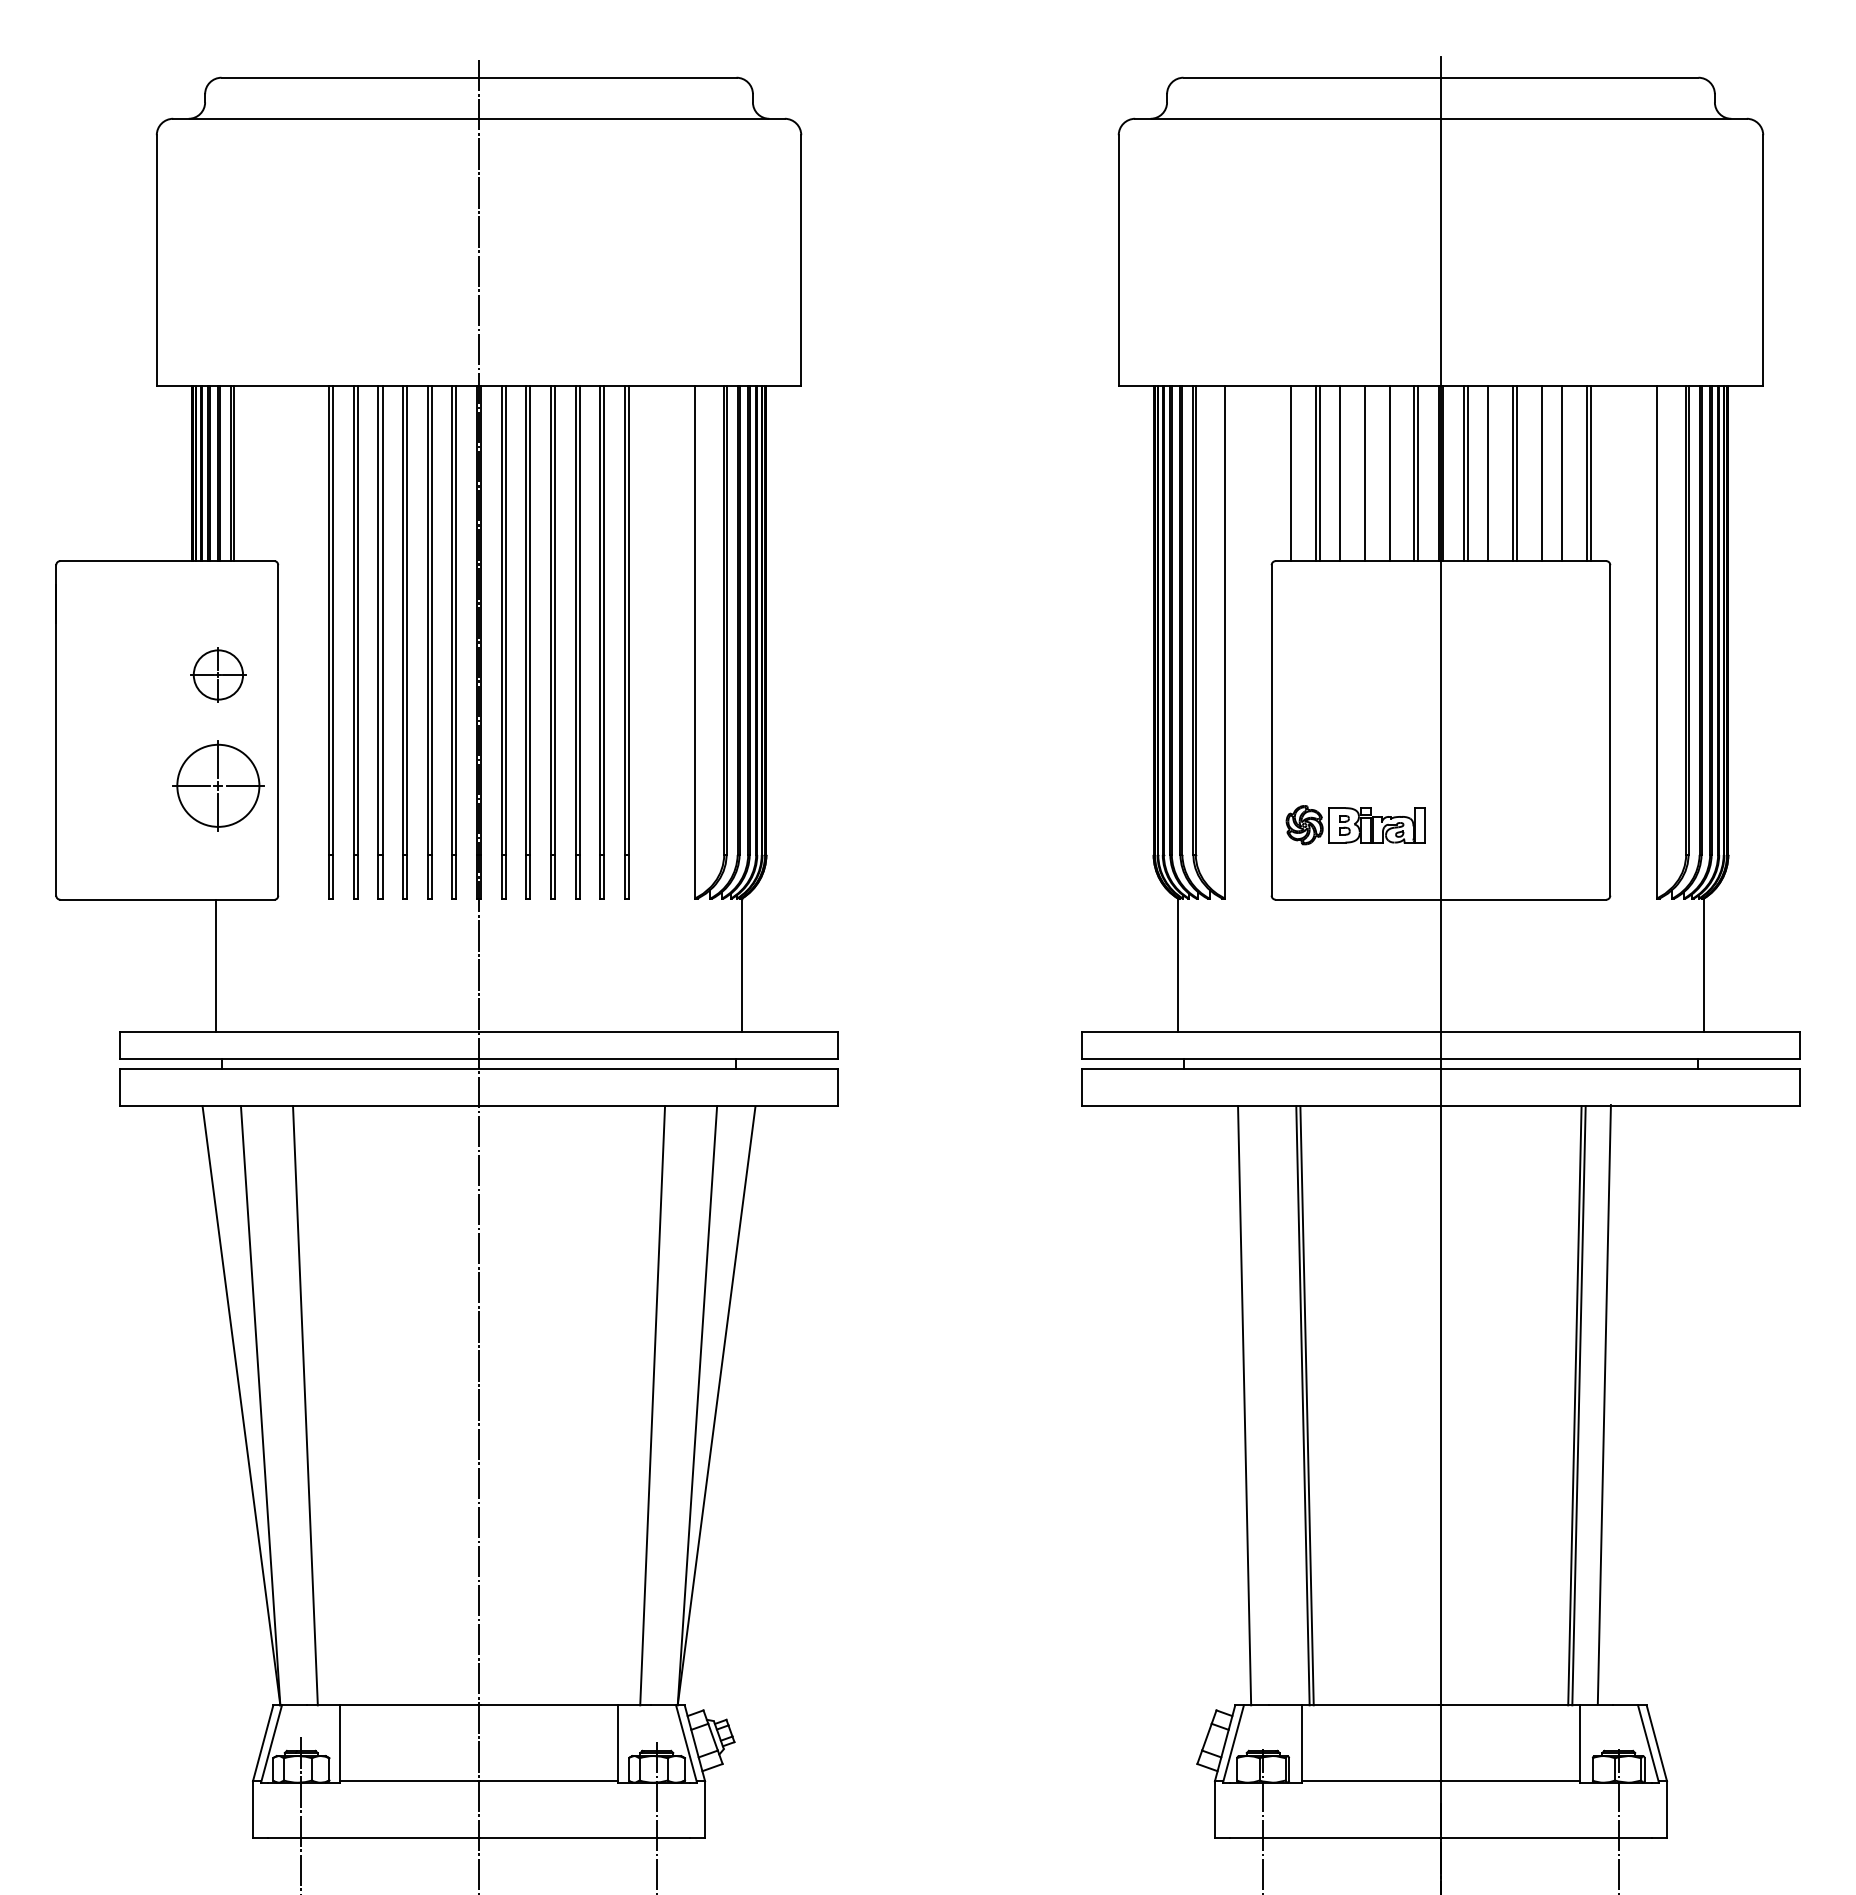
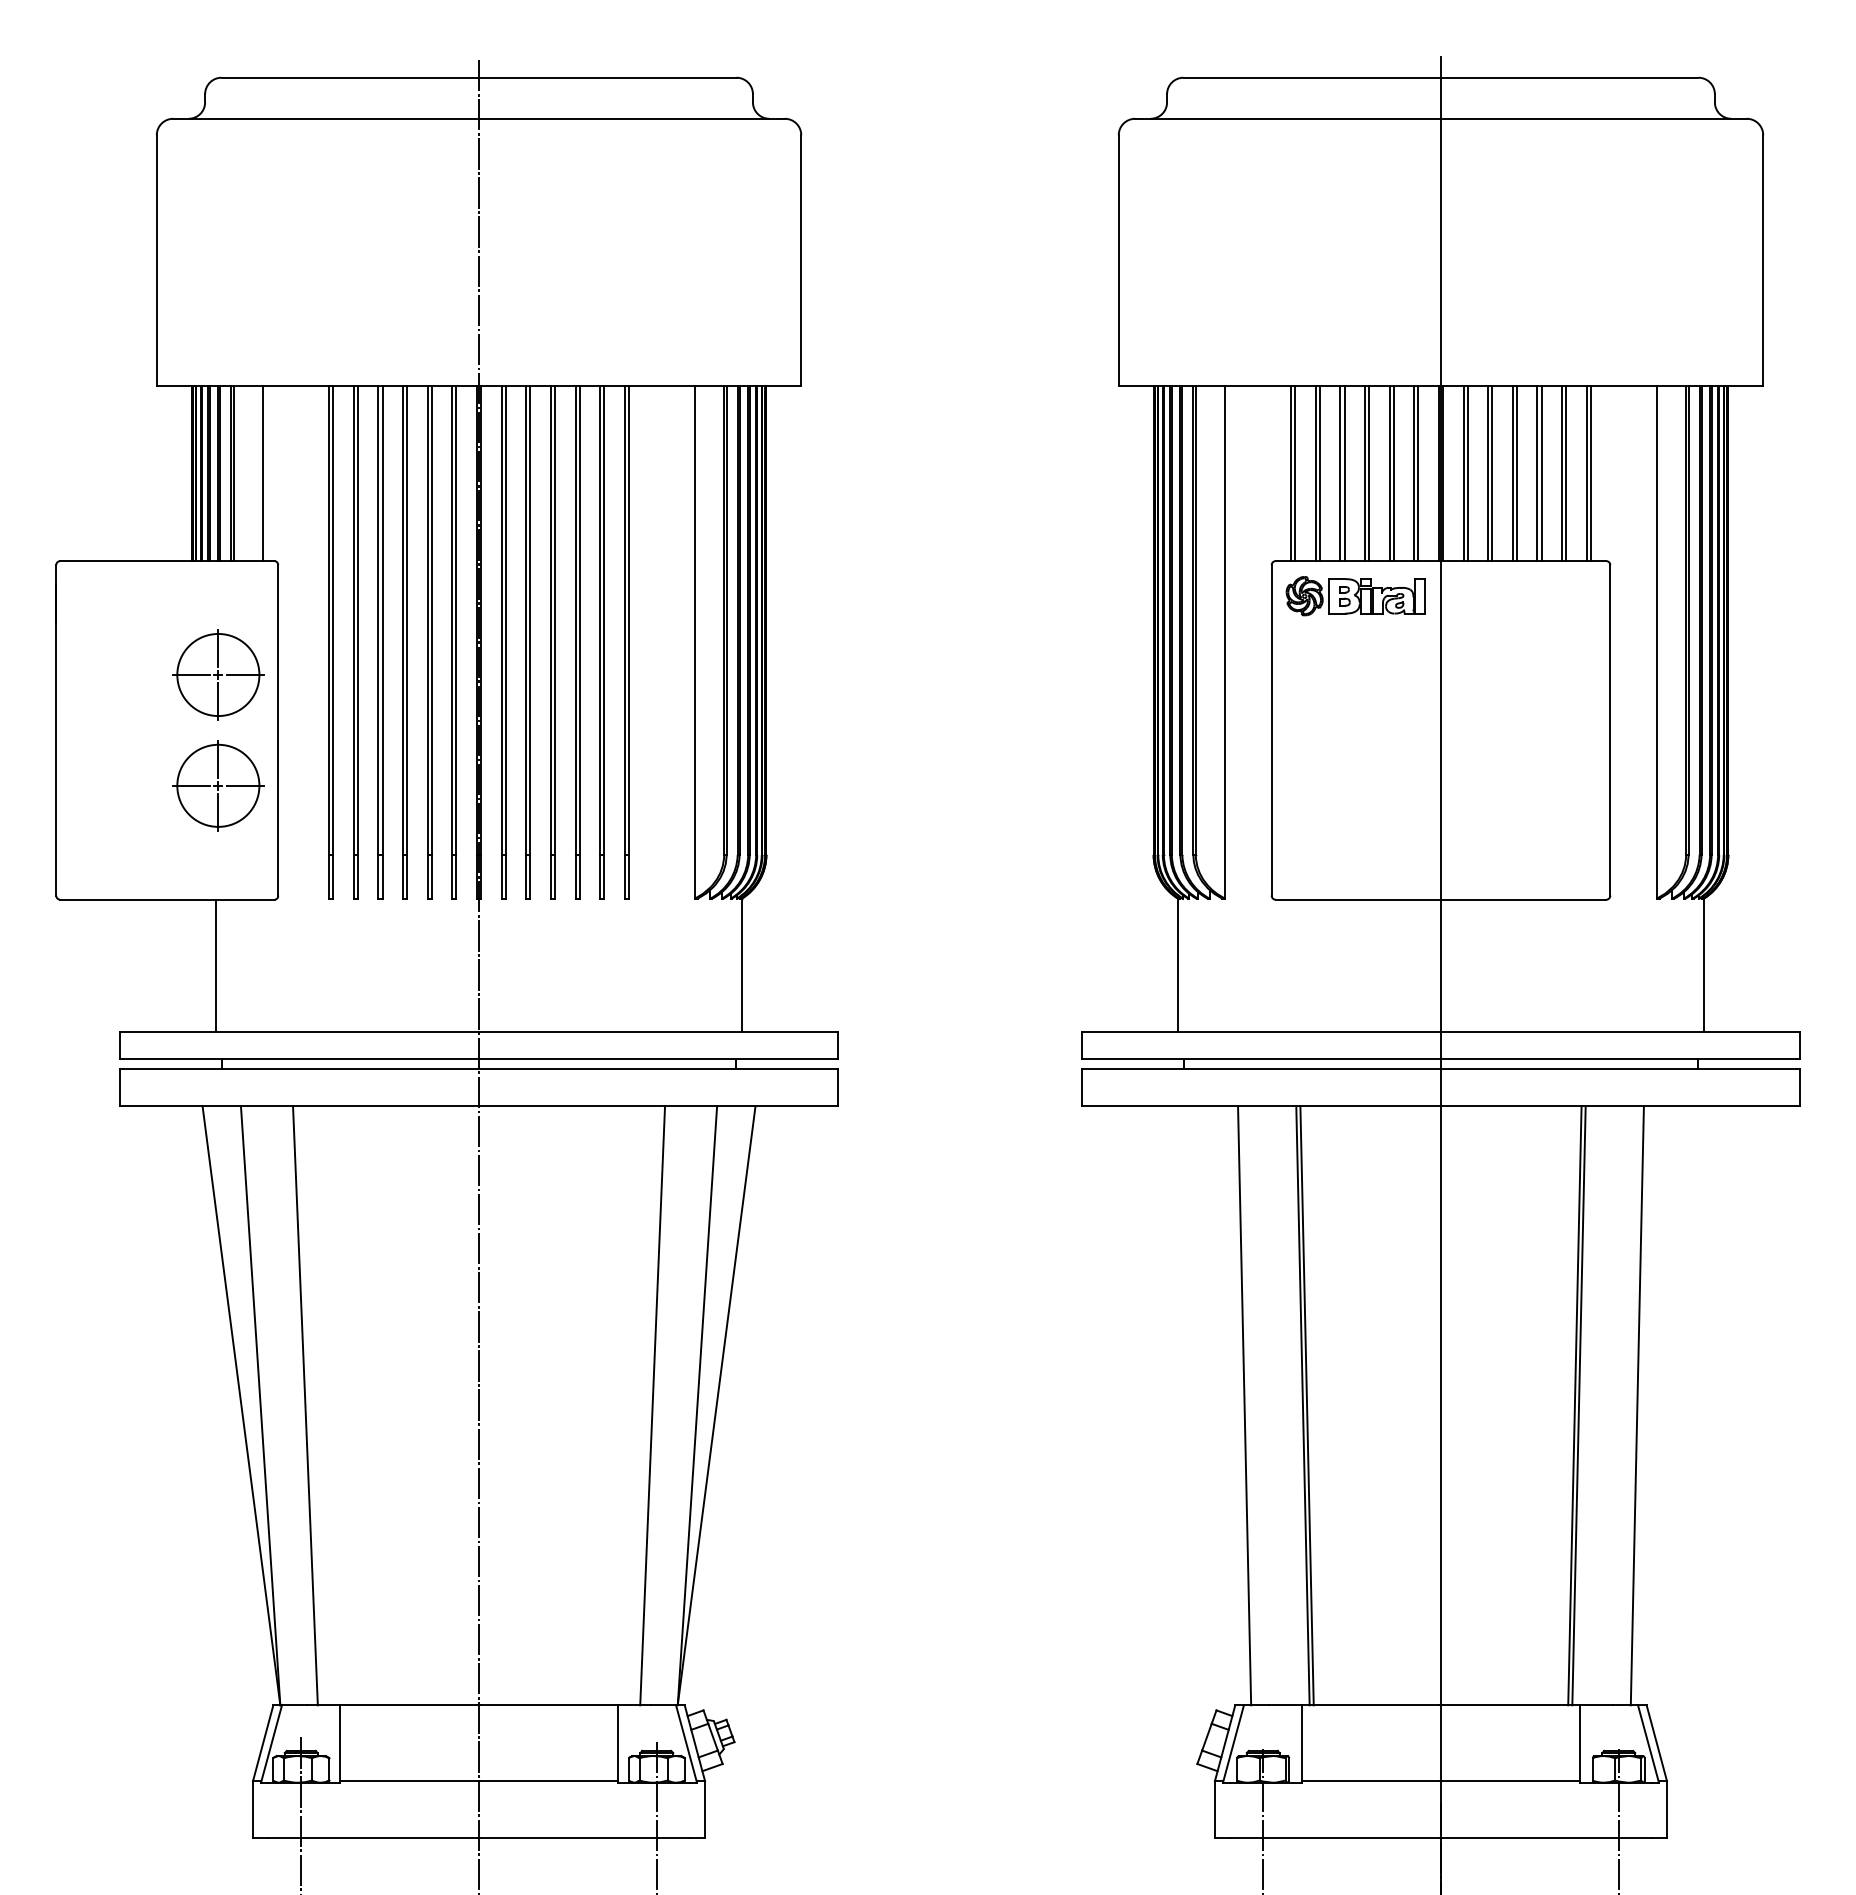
line at (263, 473): none -> present
line at (1295, 473): none -> present
line at (1344, 473): none -> present
line at (1369, 473): none -> present
line at (1393, 473): none -> present
line at (1492, 473): none -> present
line at (1537, 473): none -> present
line at (1566, 473): none -> present
part at (218, 674) size: 57x56 px -> 93x92 px
part at (1355, 825) position: (1355, 825) -> (1355, 596)
line at (1603, 1404) position: (1603, 1404) -> (1636, 1405)
